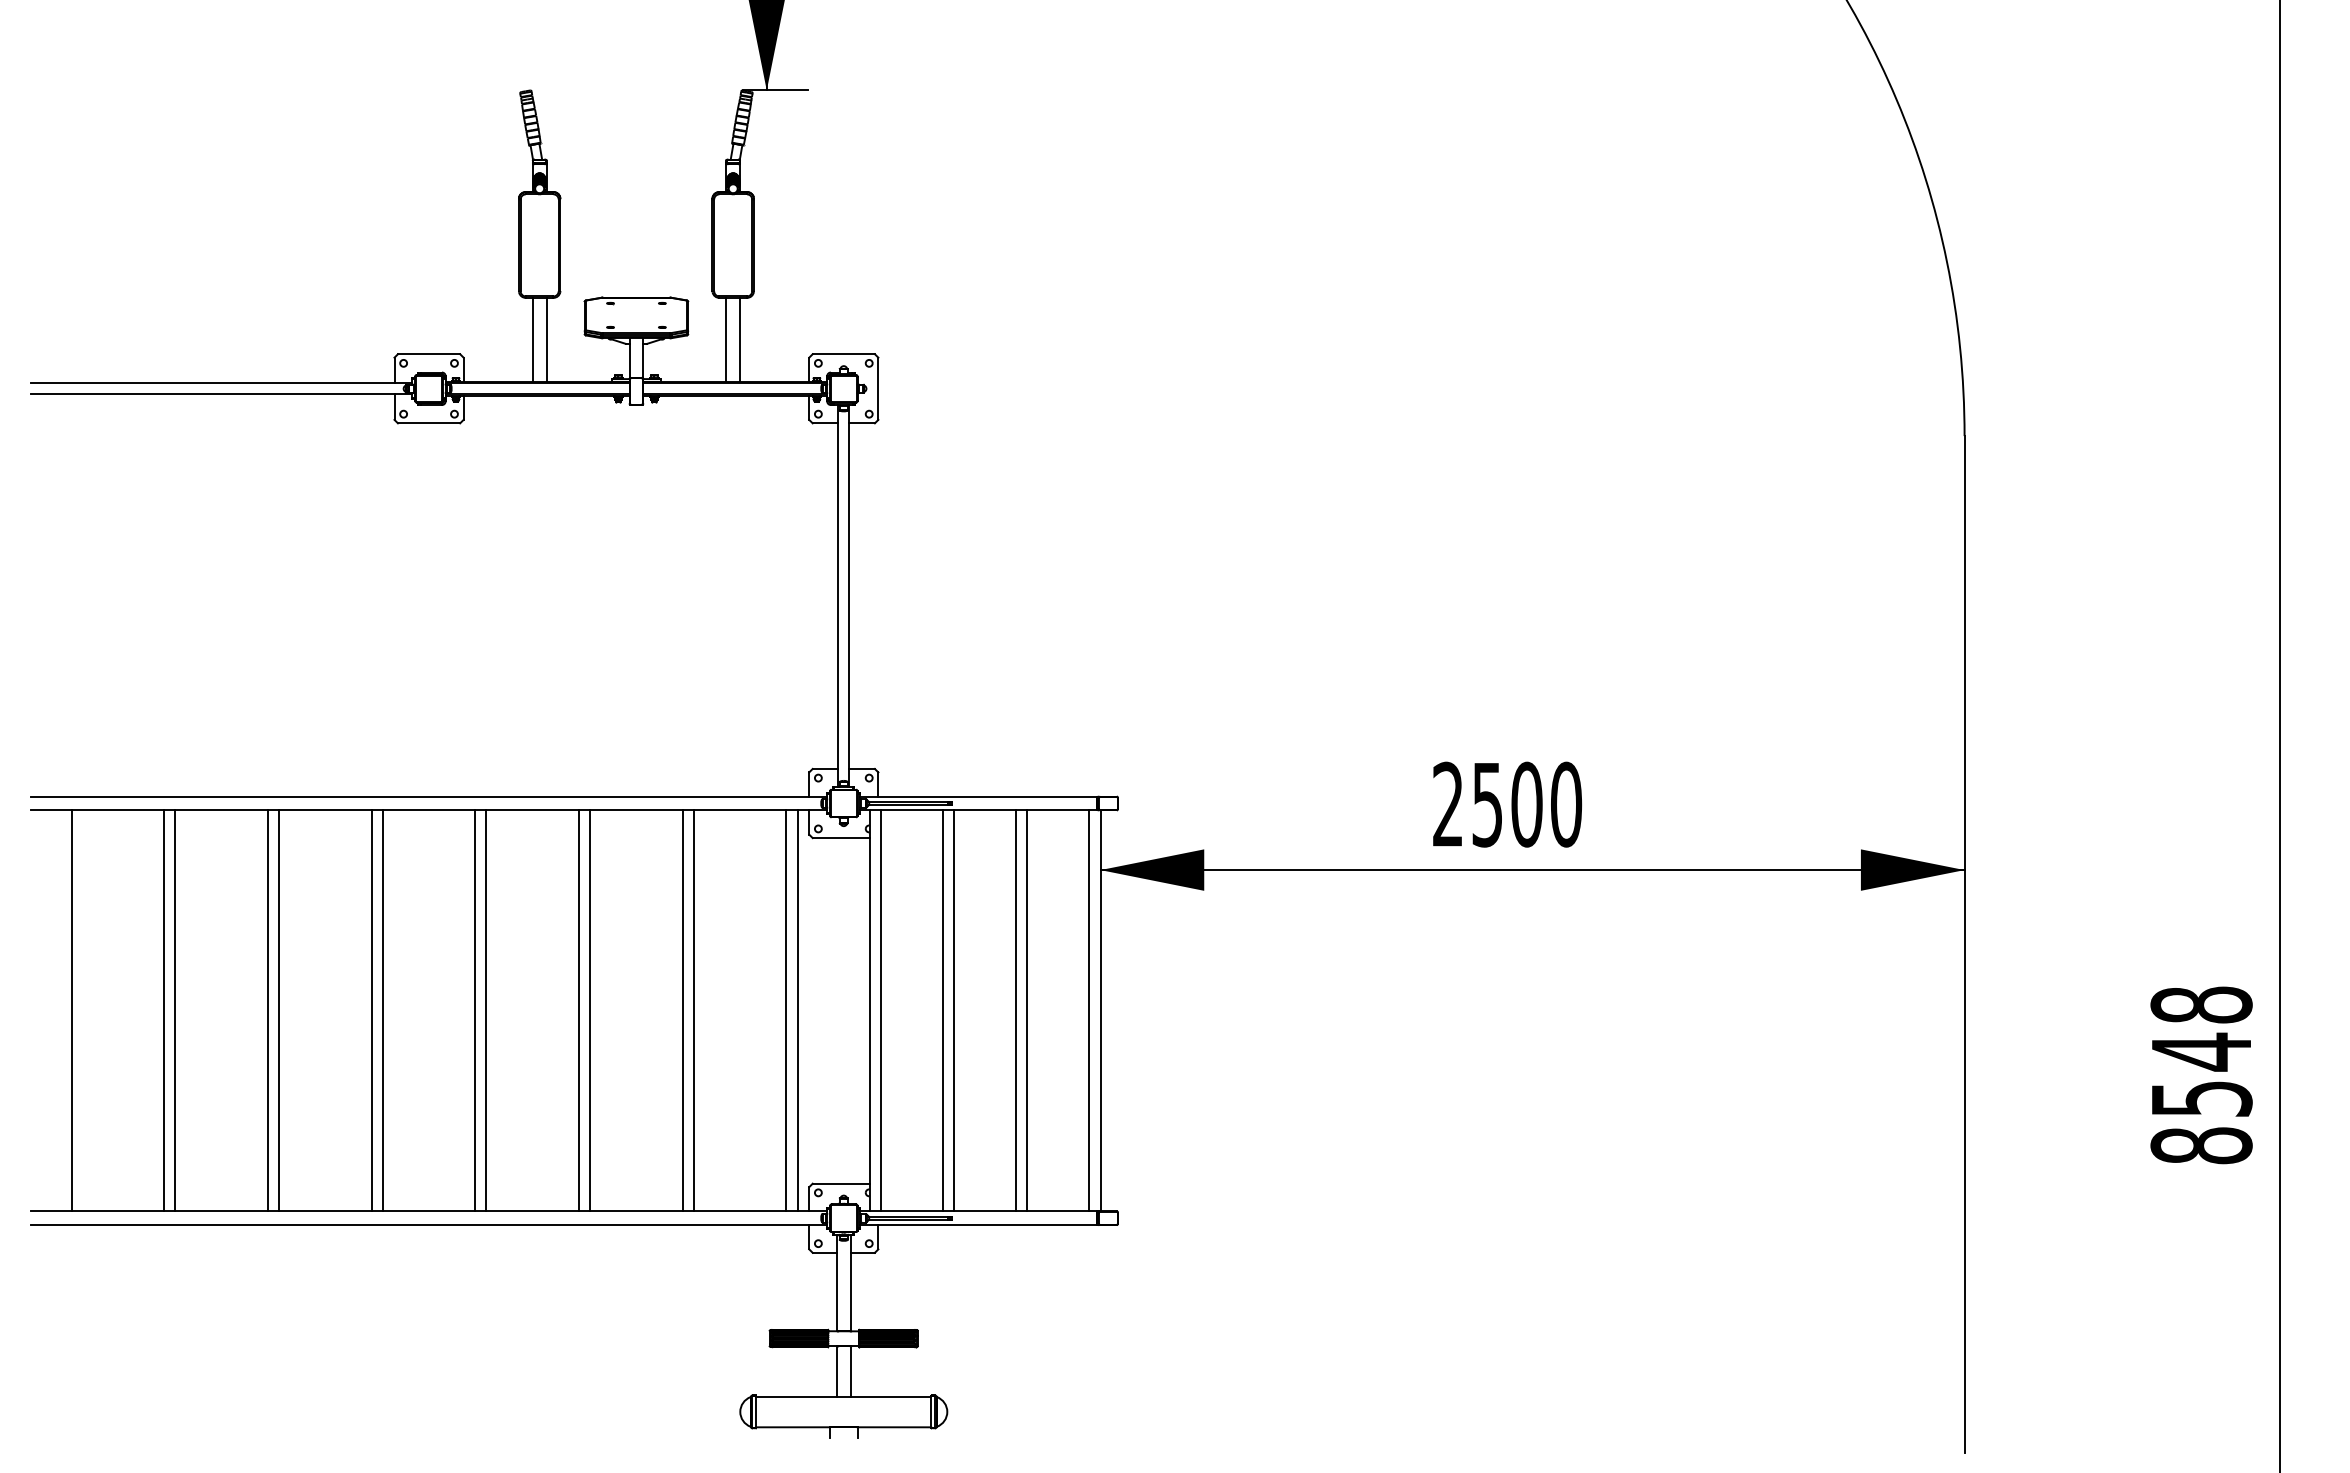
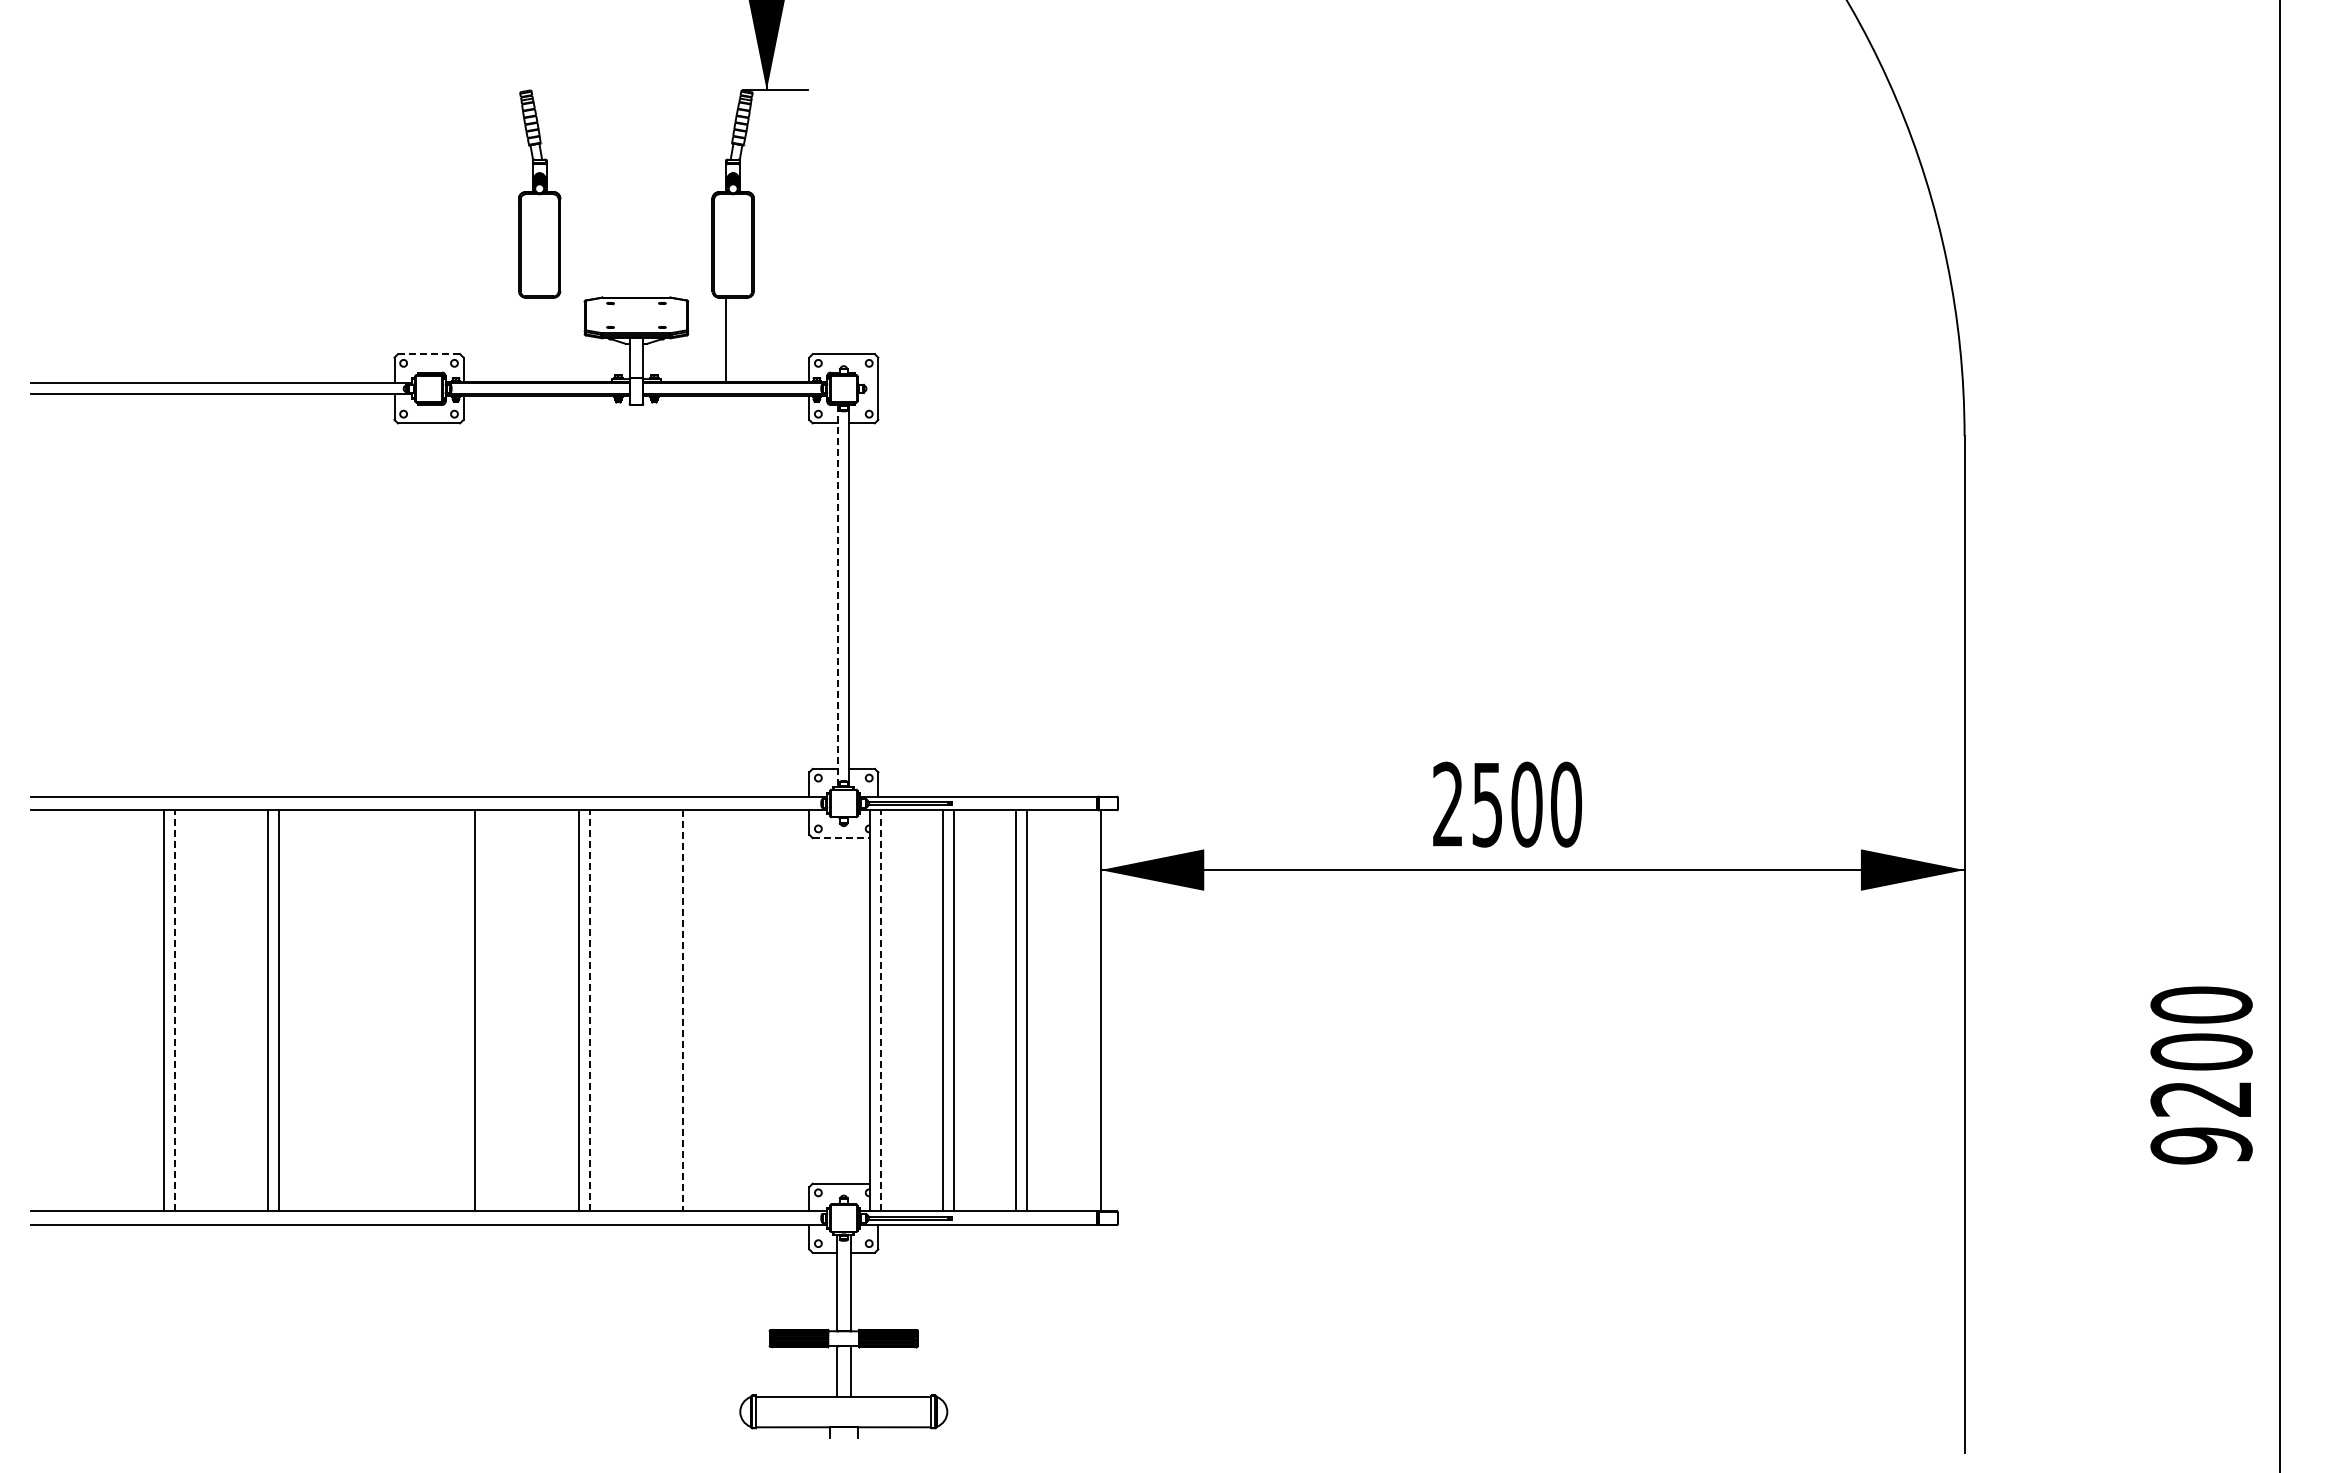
line at (532, 339): present -> none
line at (546, 339): present -> none
line at (740, 339): present -> none
line at (428, 354): solid -> dashed
line at (838, 596): solid -> dashed
line at (841, 838): solid -> dashed
line at (71, 1010): present -> none
line at (175, 1010): solid -> dashed
line at (371, 1010): present -> none
line at (382, 1010): present -> none
line at (486, 1010): present -> none
line at (590, 1010): solid -> dashed
line at (693, 1010): present -> none
line at (786, 1010): present -> none
line at (797, 1010): present -> none
line at (880, 1010): solid -> dashed
line at (1089, 1010): present -> none
line at (682, 1011): solid -> dashed
text at (2201, 1075): 8548 -> 9200
